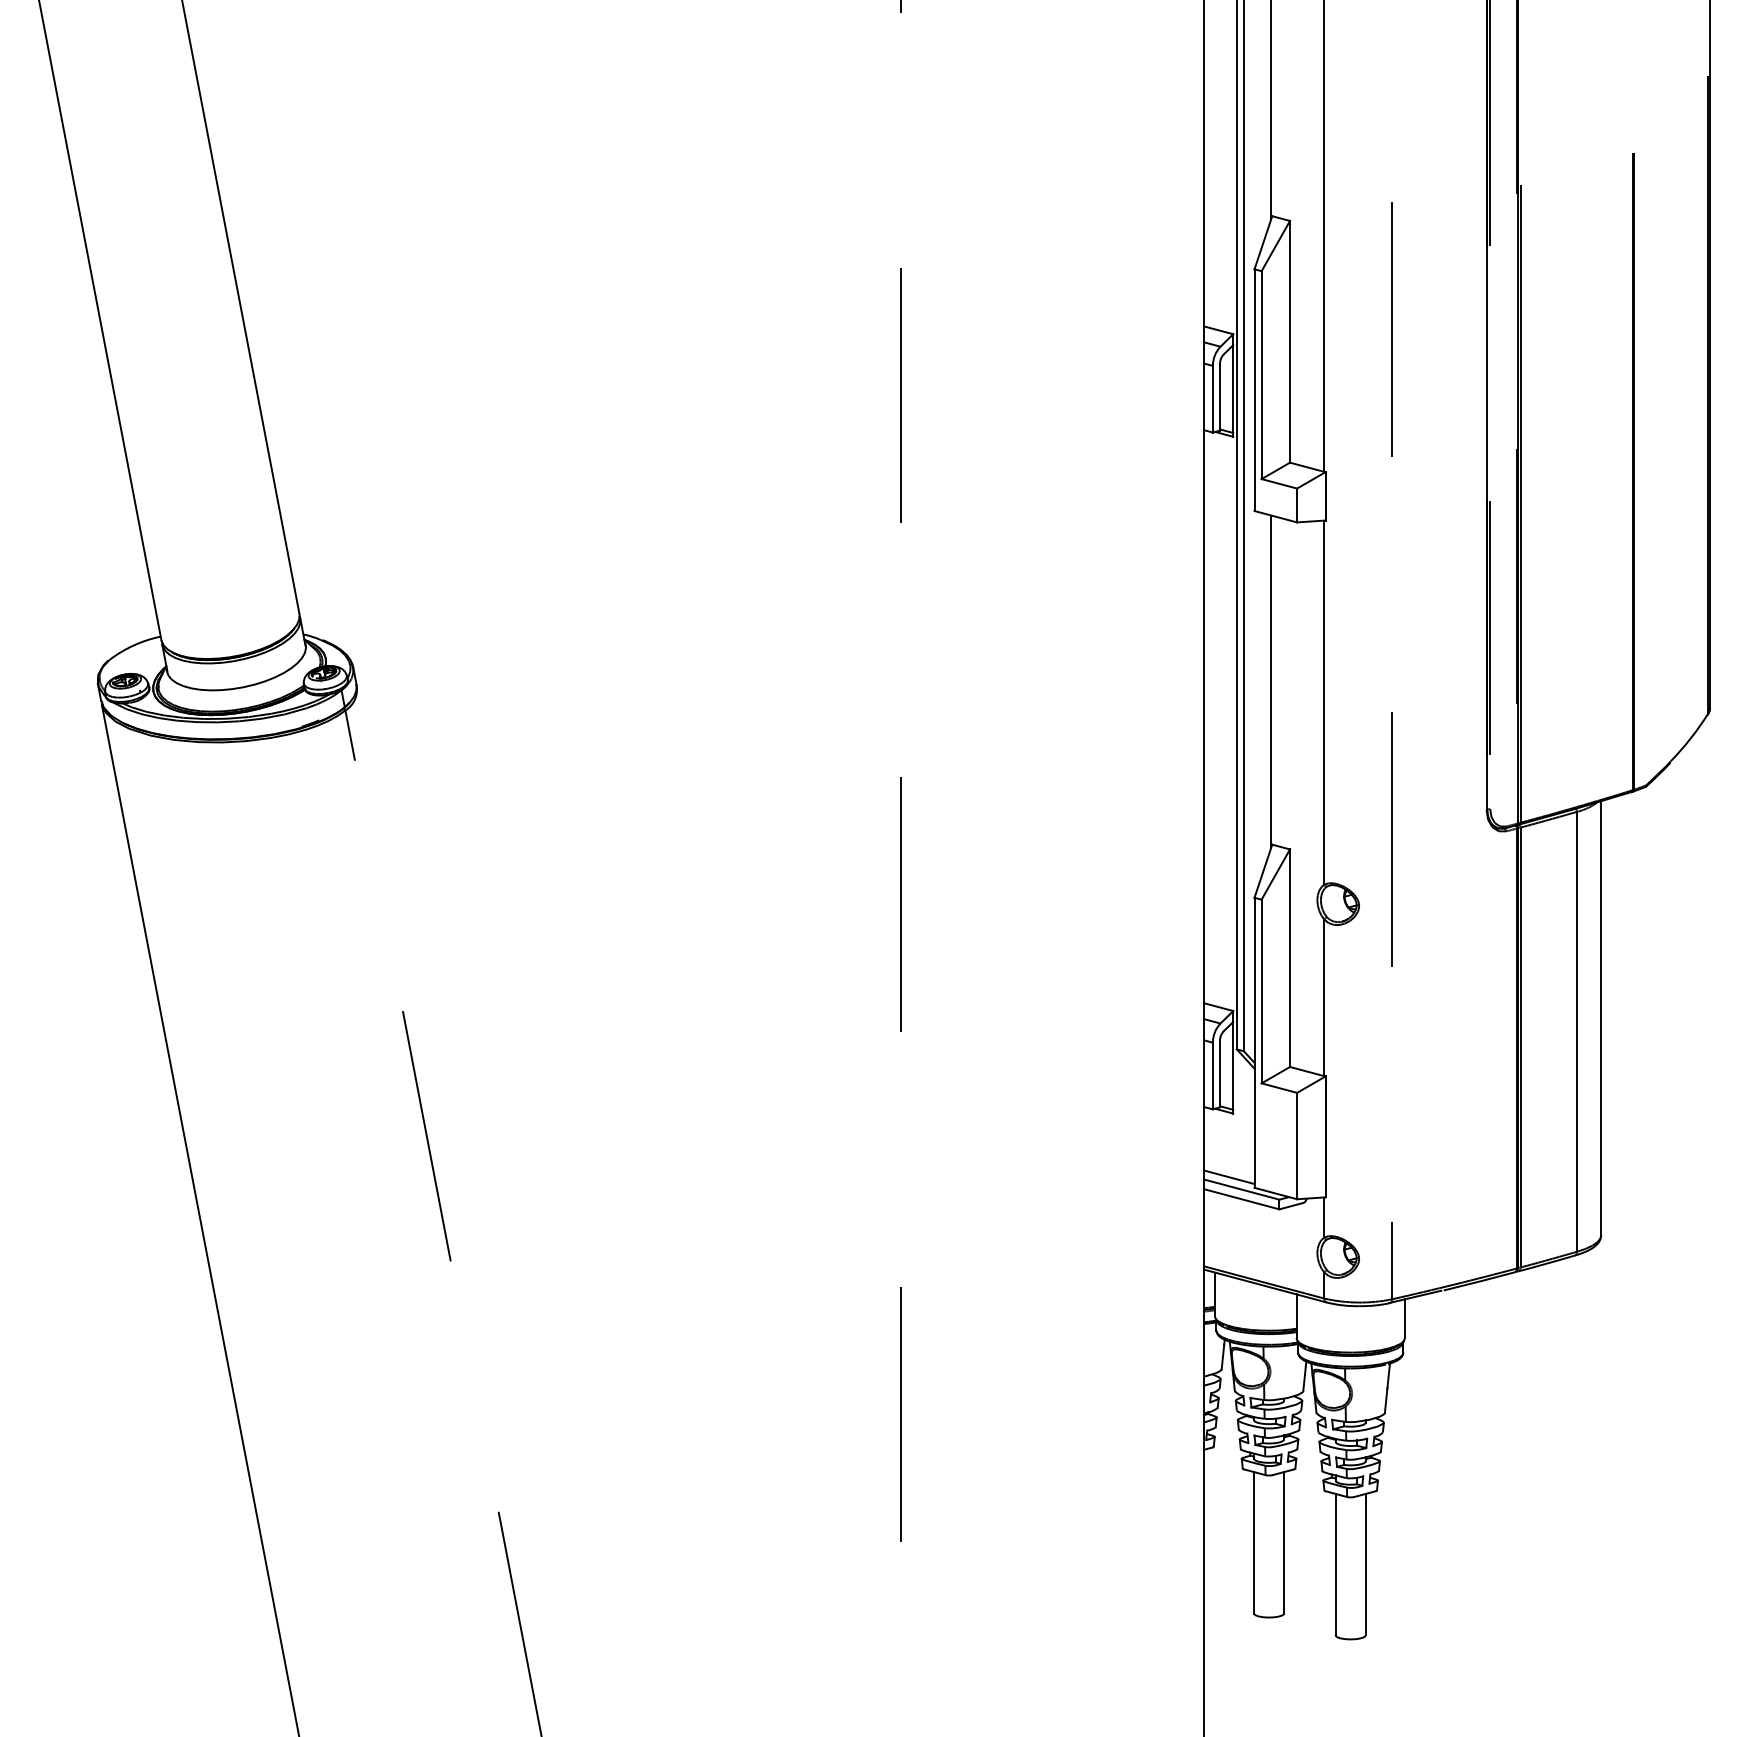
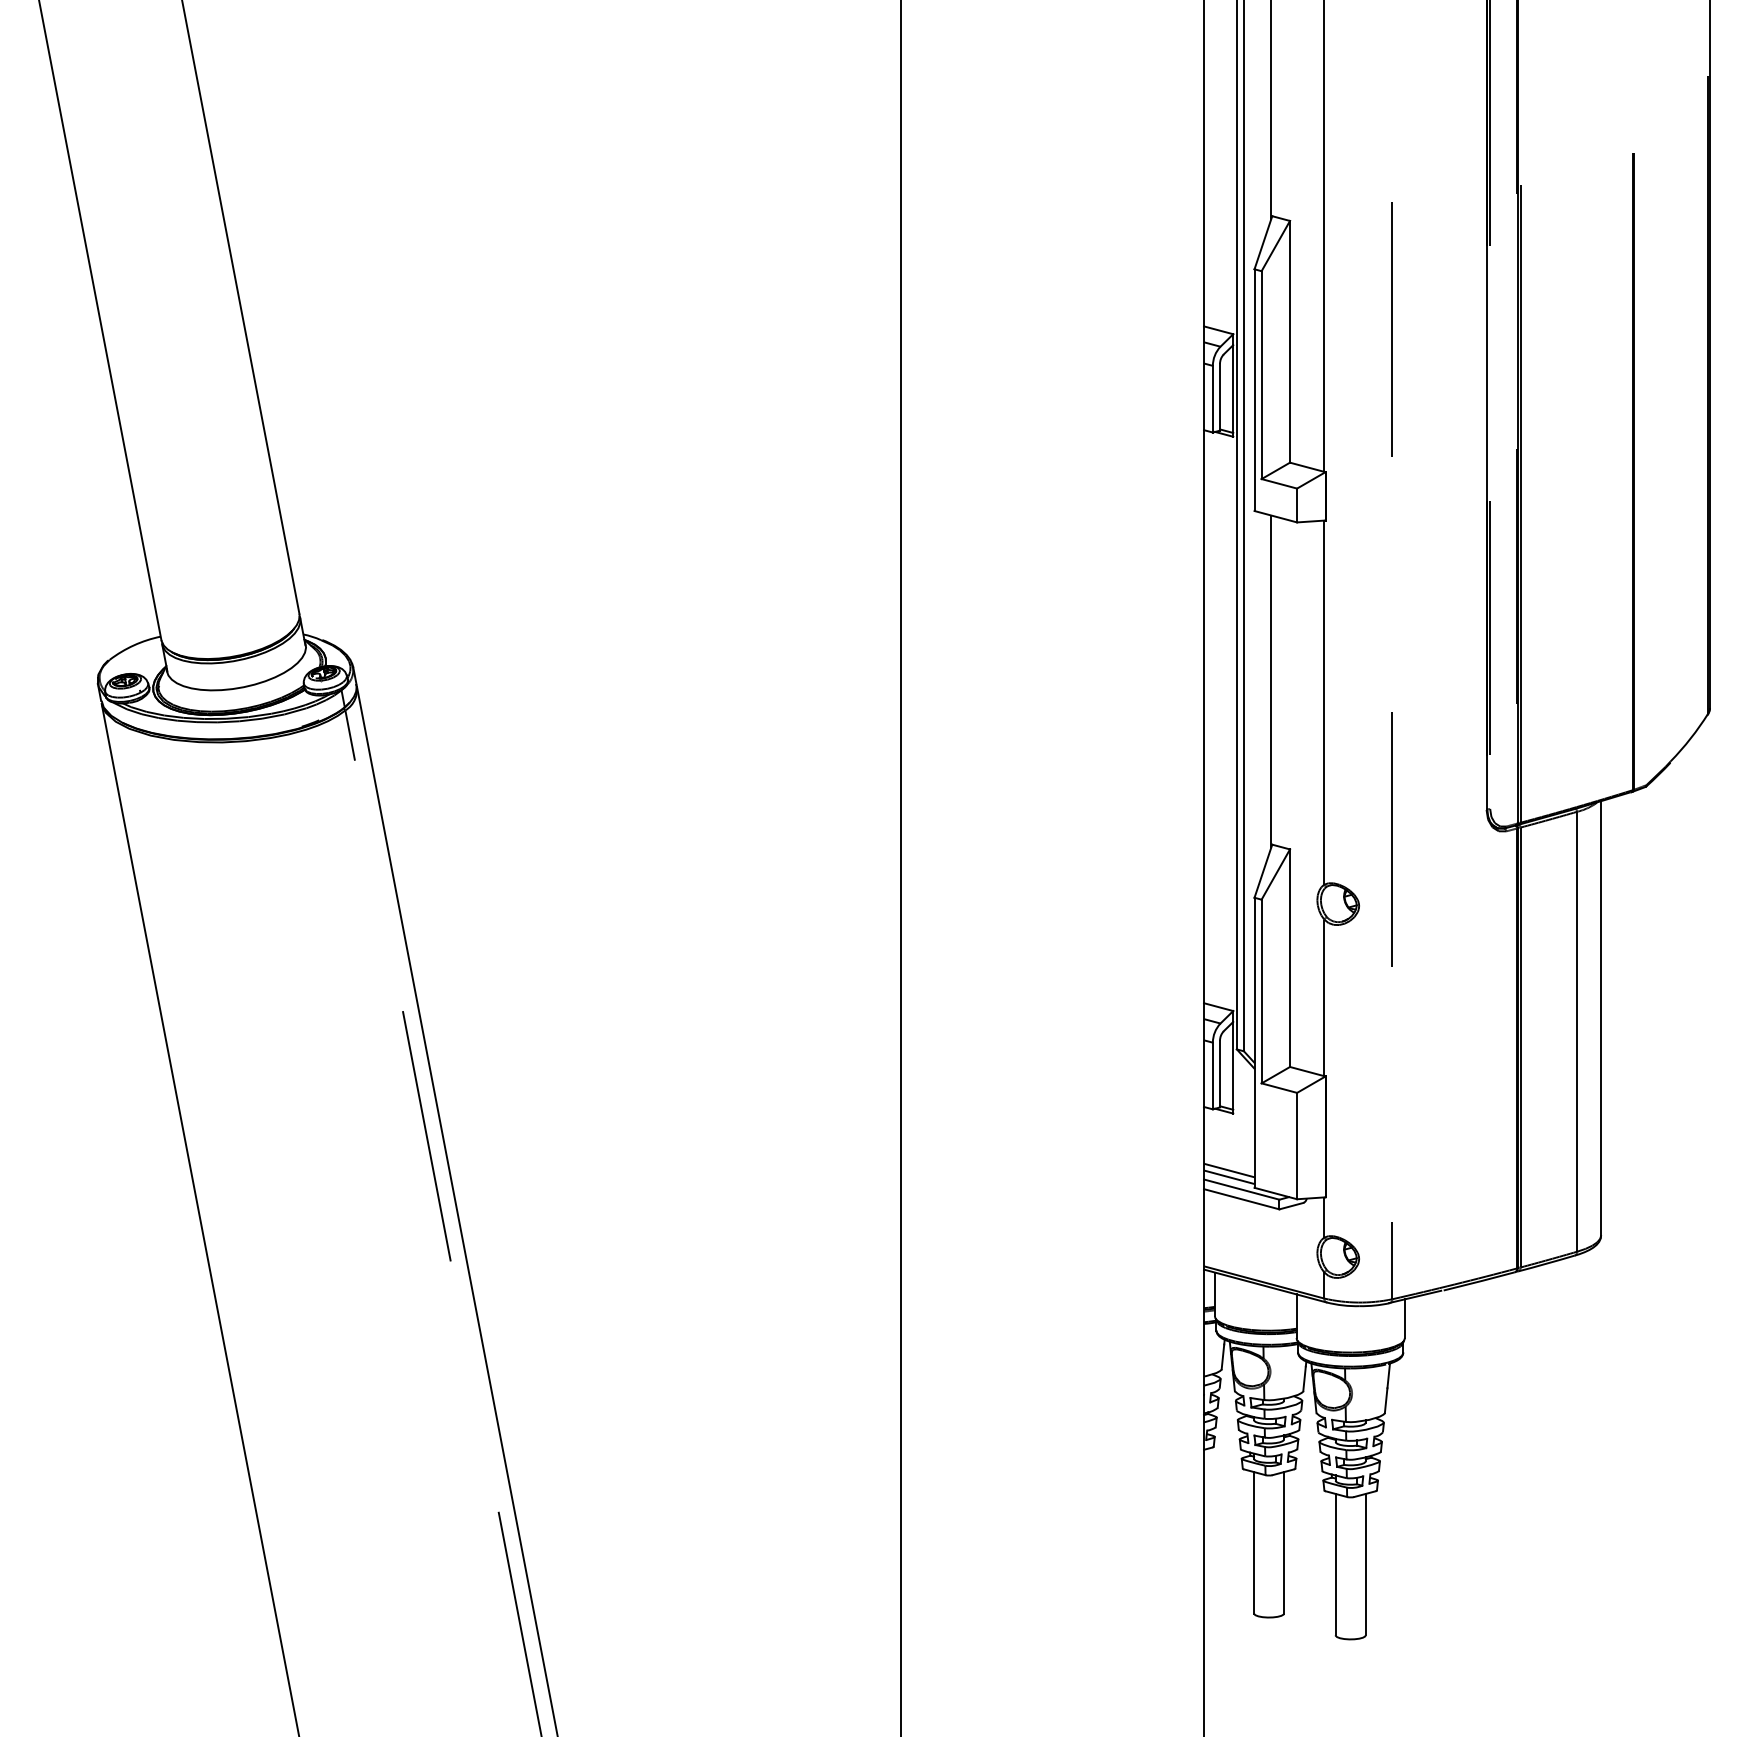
line at (901, 868): dashed -> solid
line at (1229, 1170): none -> present
line at (457, 1210): none -> present
